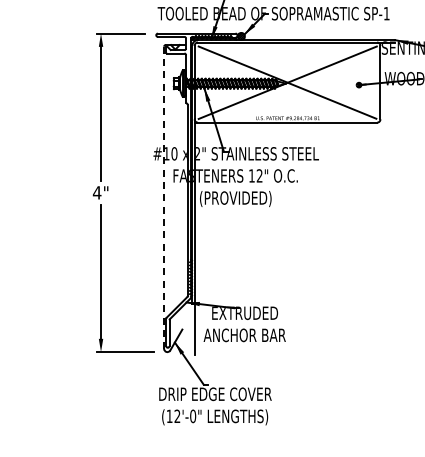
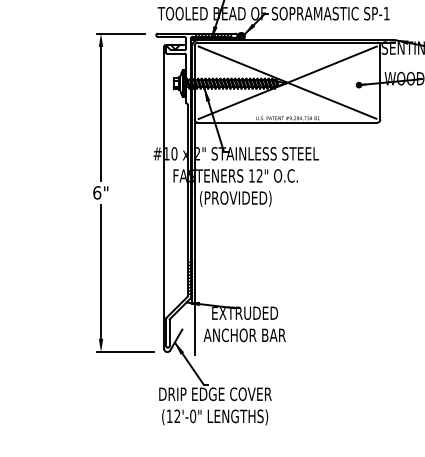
text at (96, 192): 4" -> 6"
line at (164, 198): dashed -> solid
